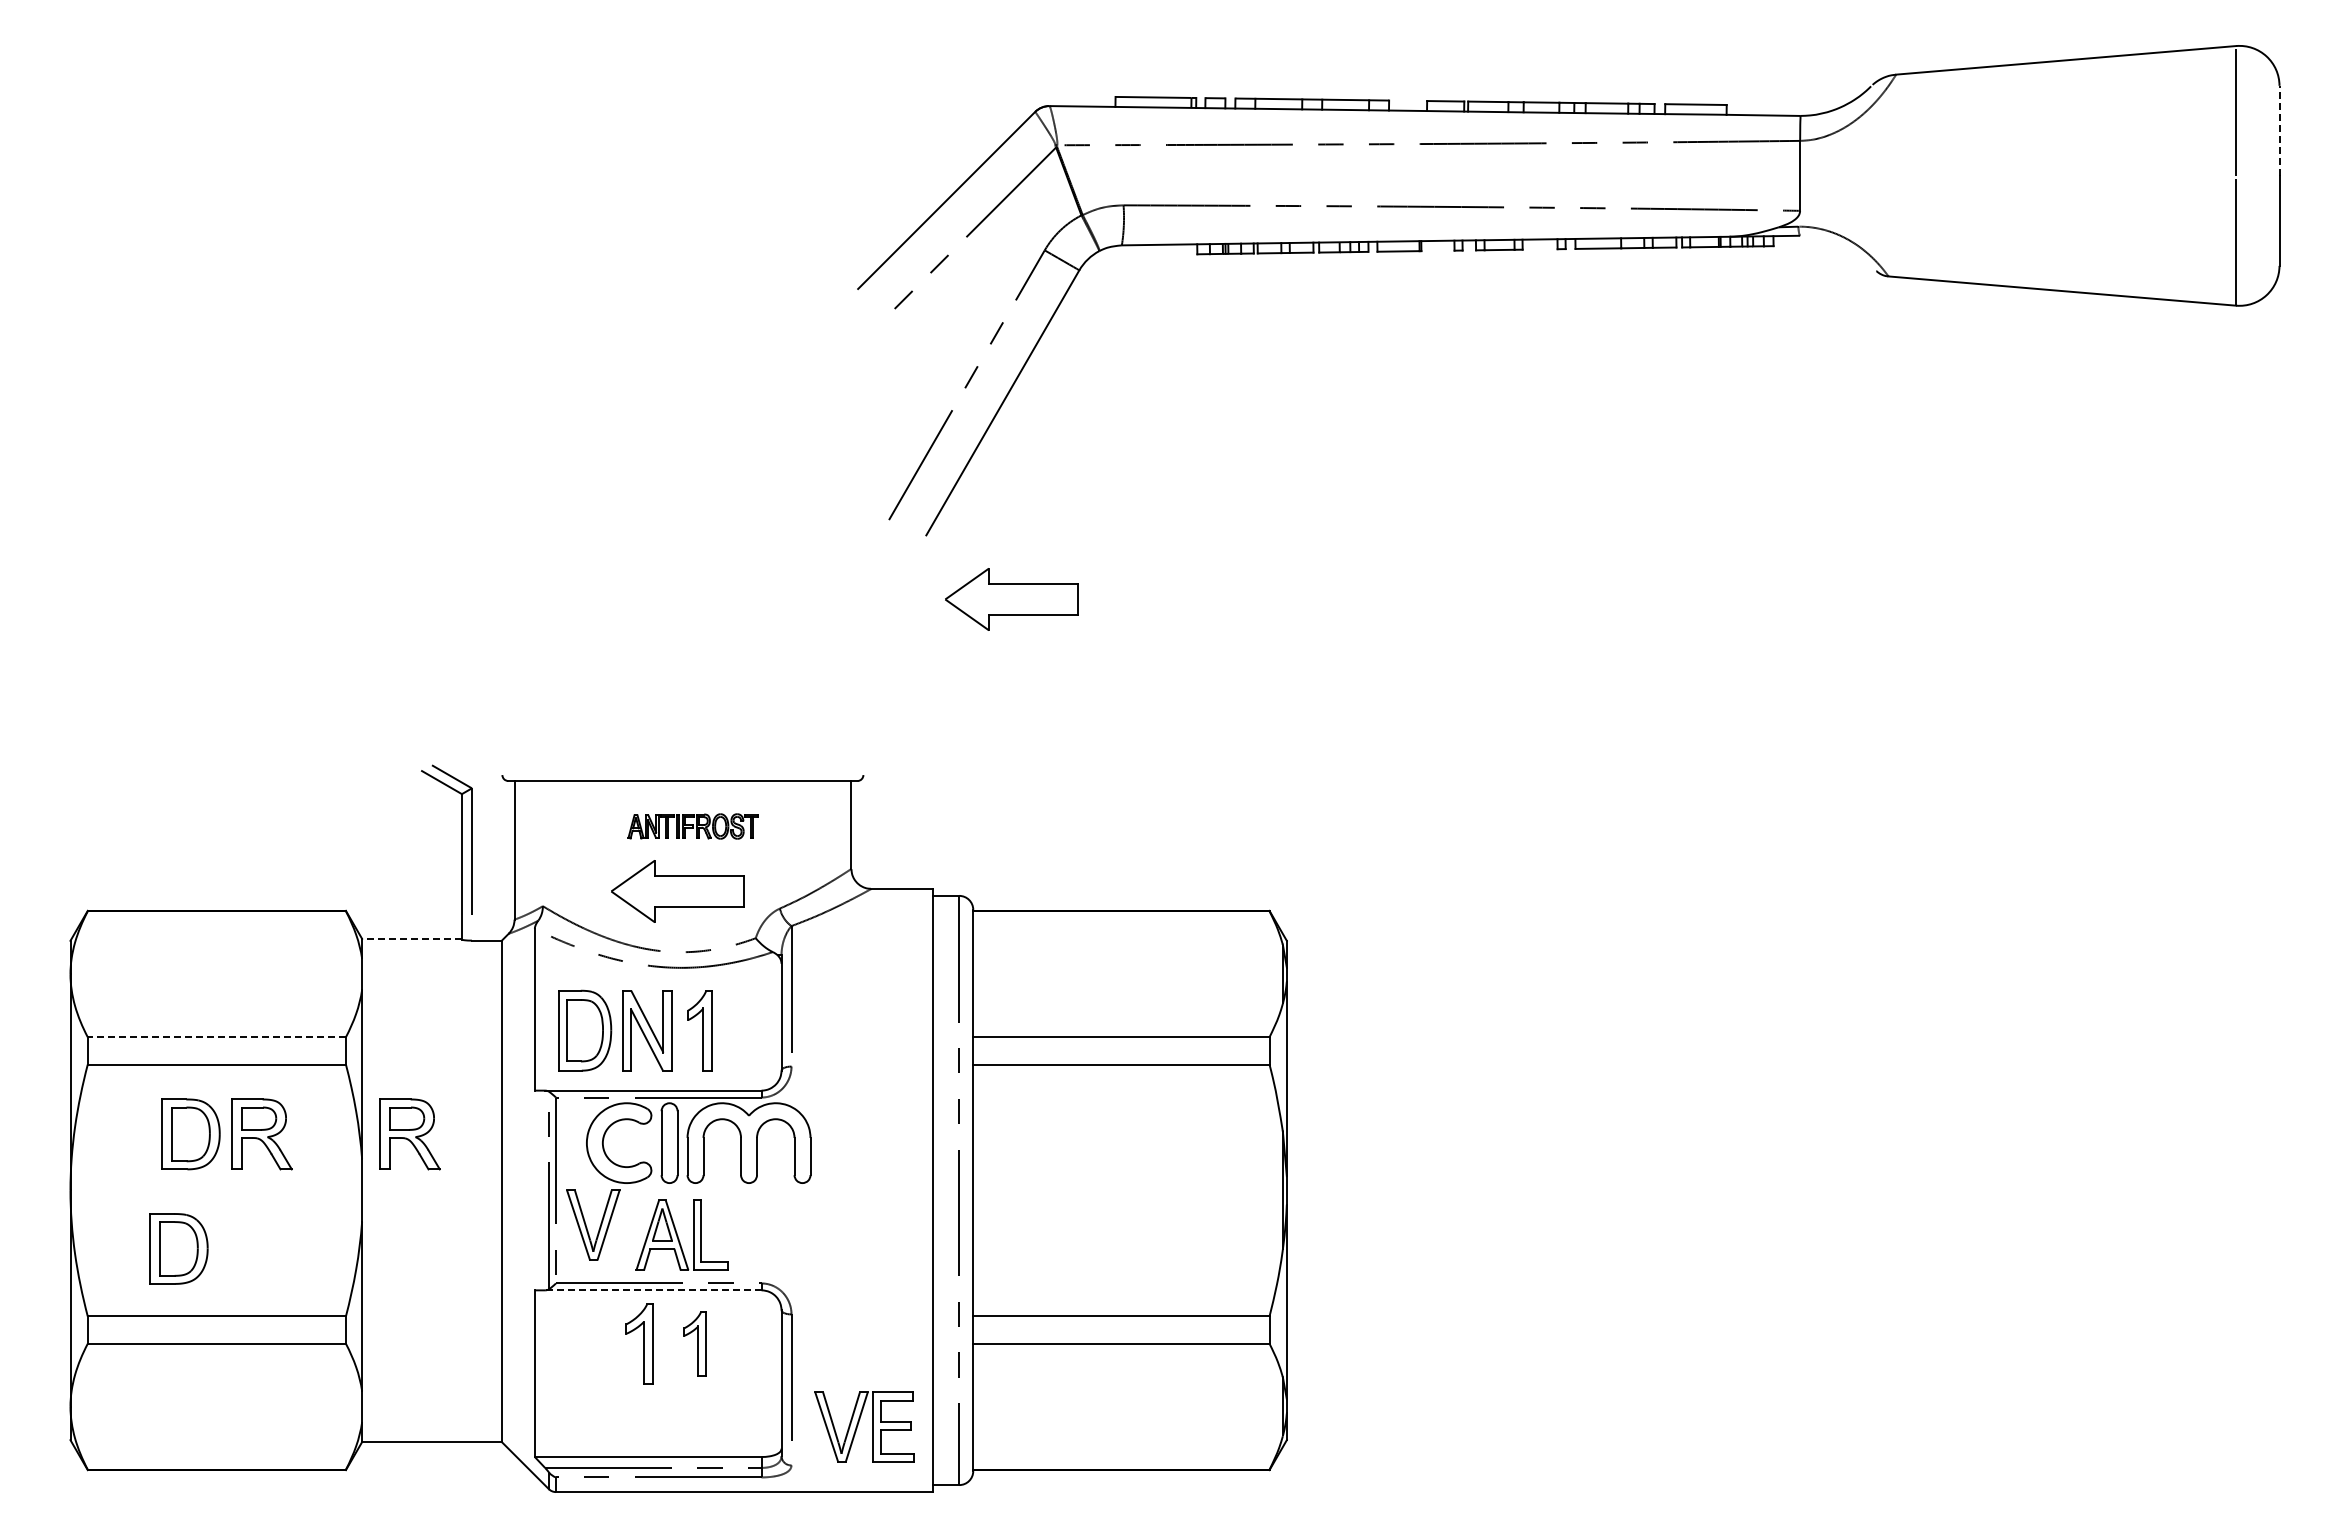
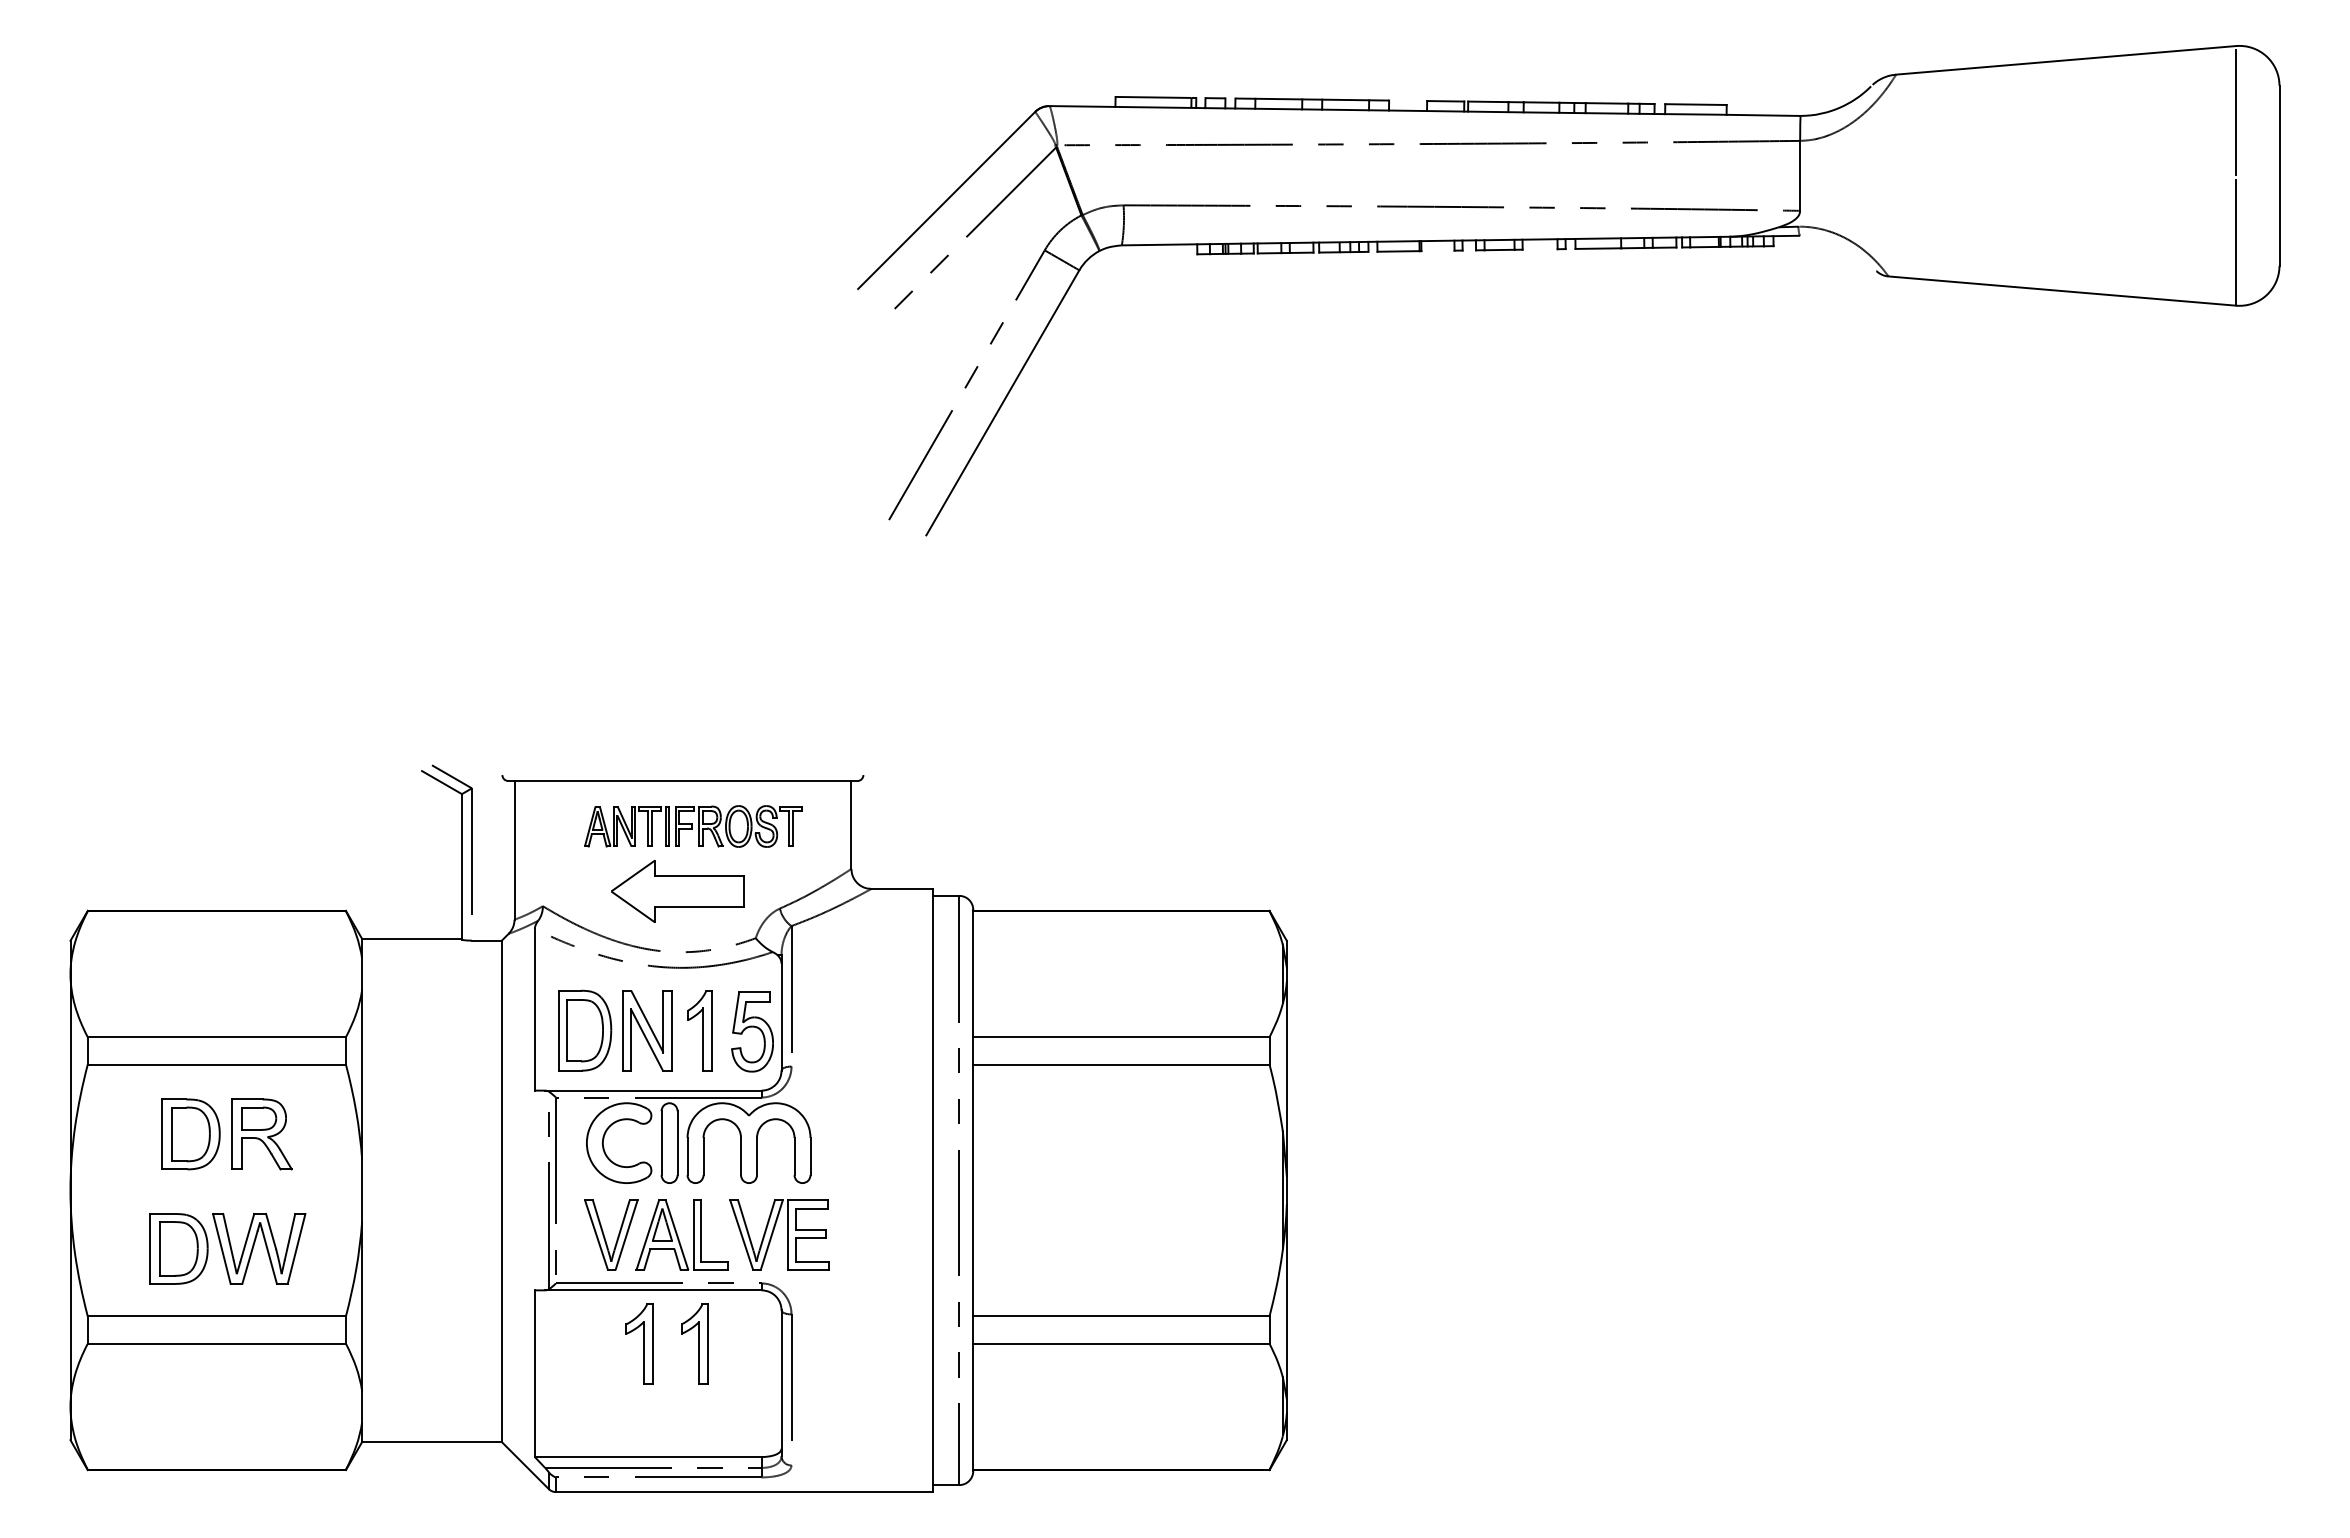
line at (2279, 130): dashed -> solid
part at (1011, 599): present -> none
part at (692, 826) size: 132x27 px -> 219x43 px
line at (412, 938): dashed -> solid
part at (752, 1031): none -> present
line at (216, 1037): dashed -> solid
part at (409, 1134): present -> none
part at (599, 1226) position: (599, 1226) -> (617, 1236)
part at (259, 1248): none -> present
line at (652, 1290): dashed -> solid
part at (694, 1343) size: 24x66 px -> 28x82 px
part at (858, 1425) position: (858, 1425) -> (773, 1233)
